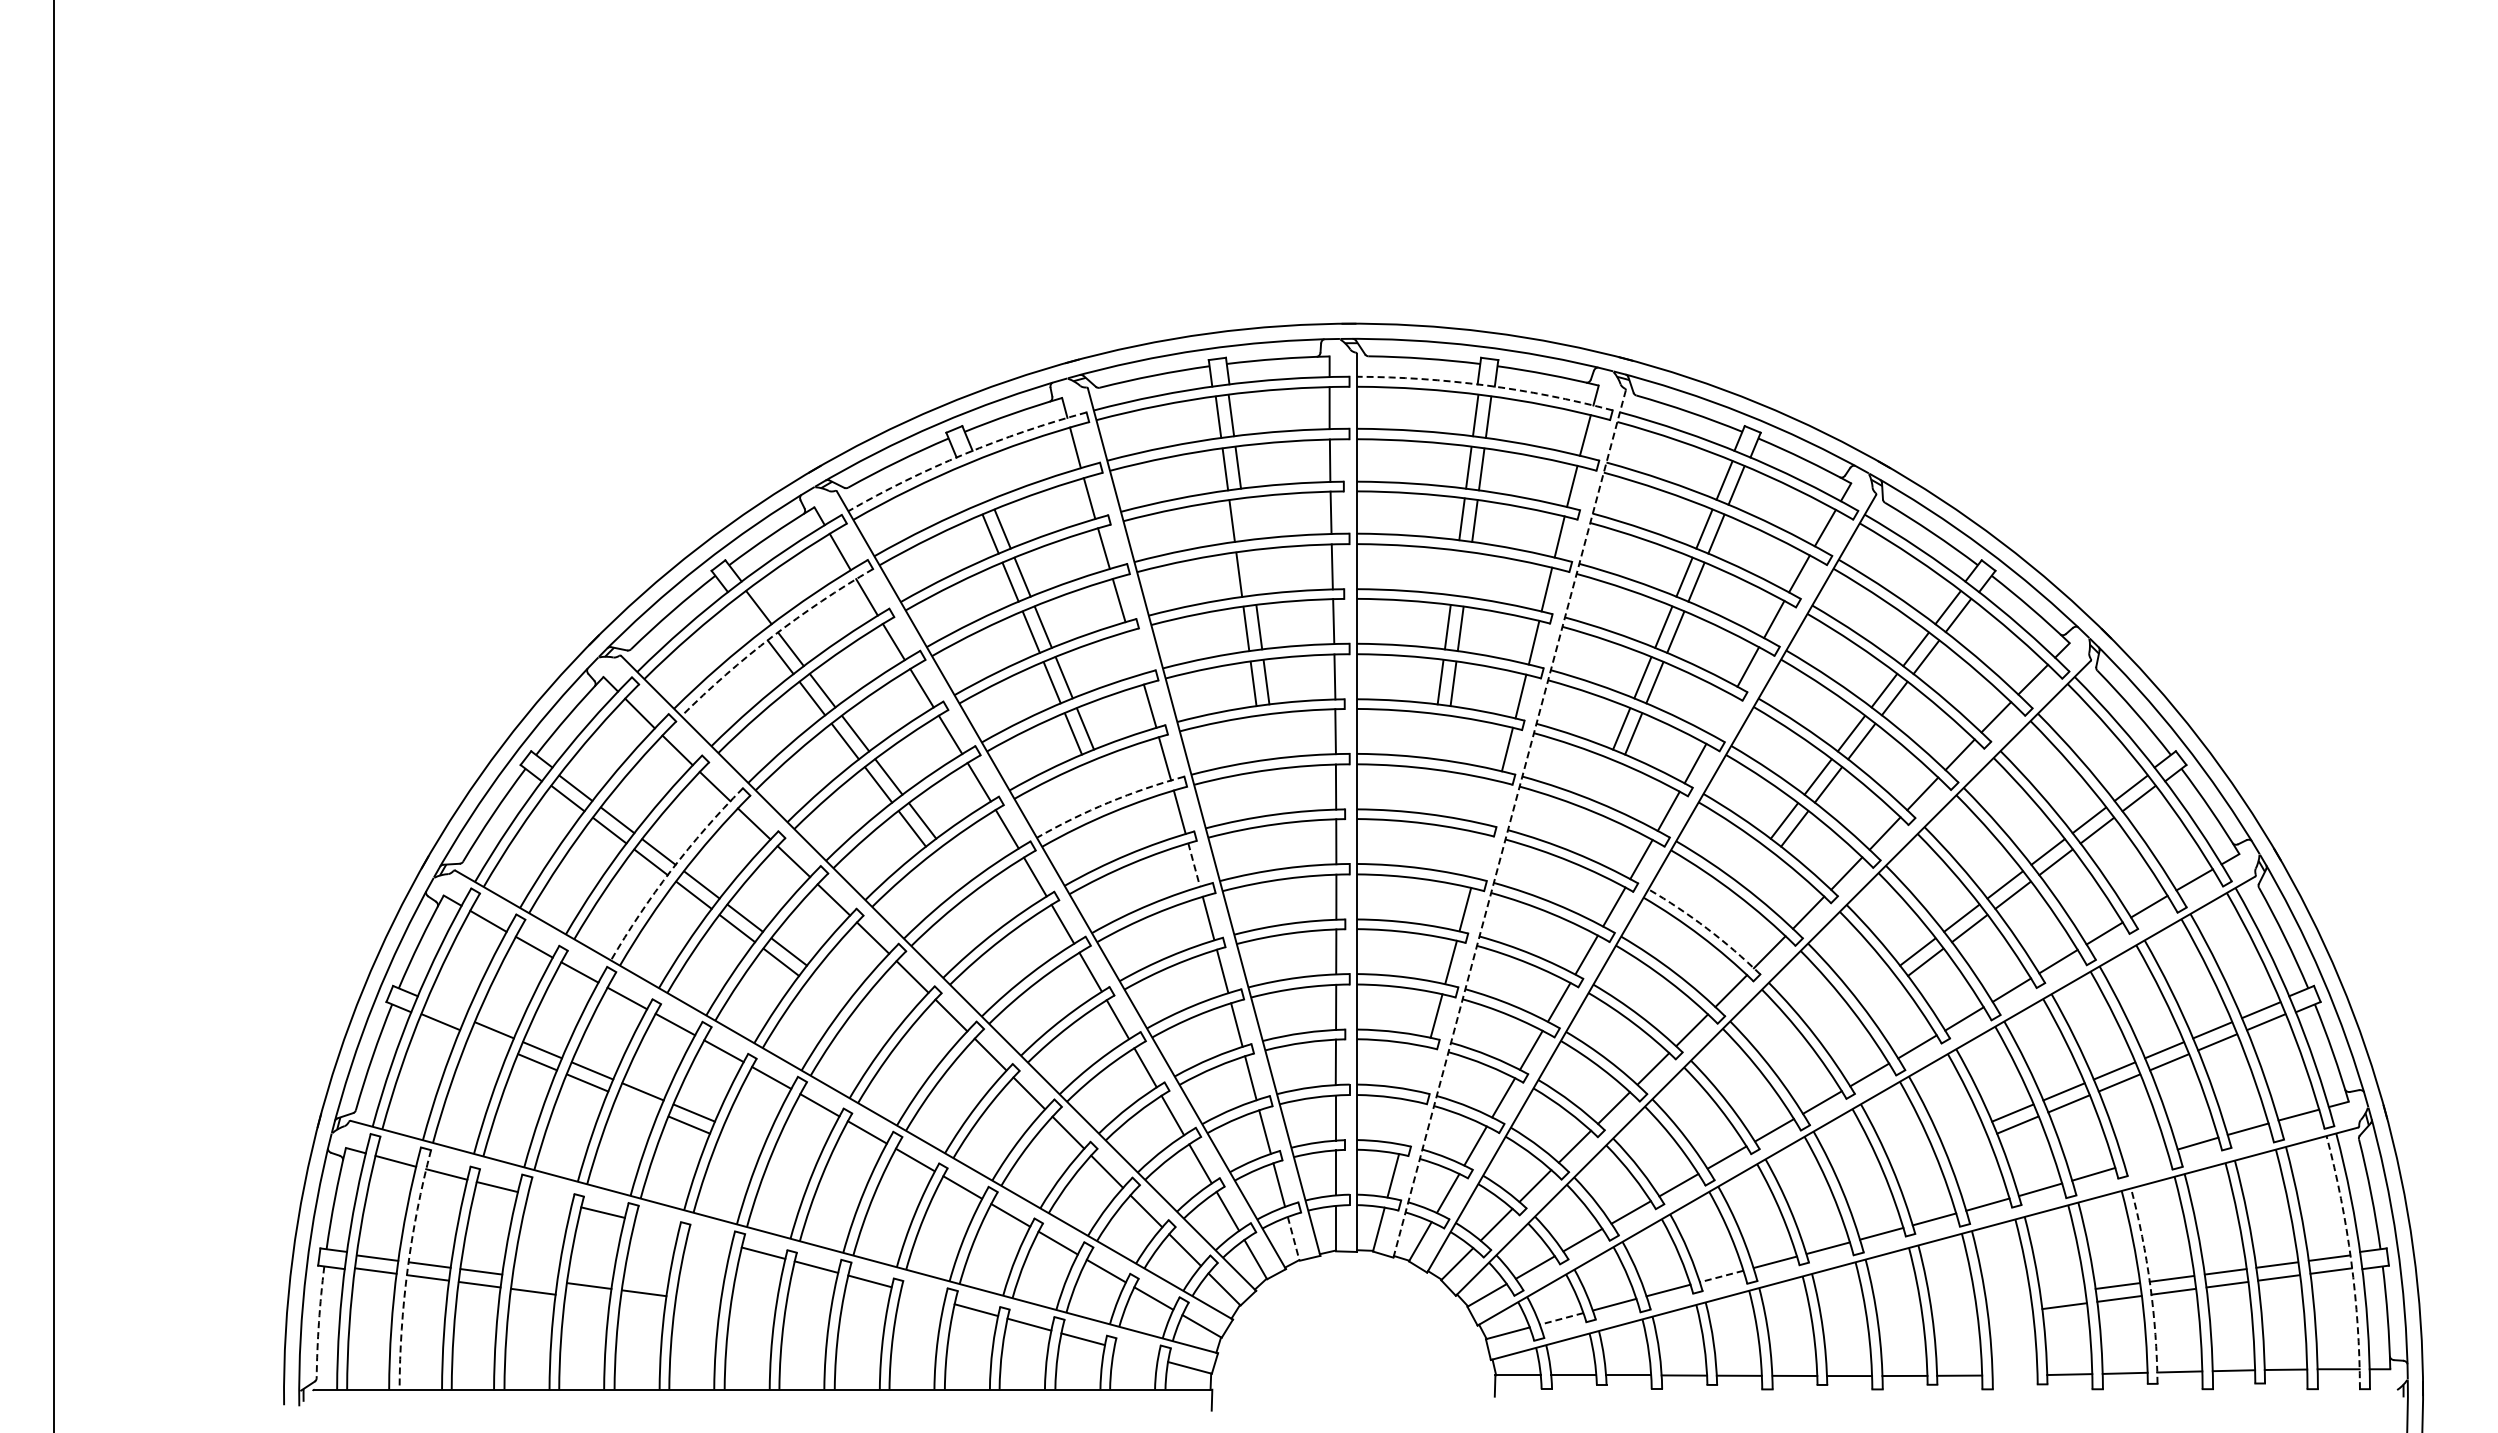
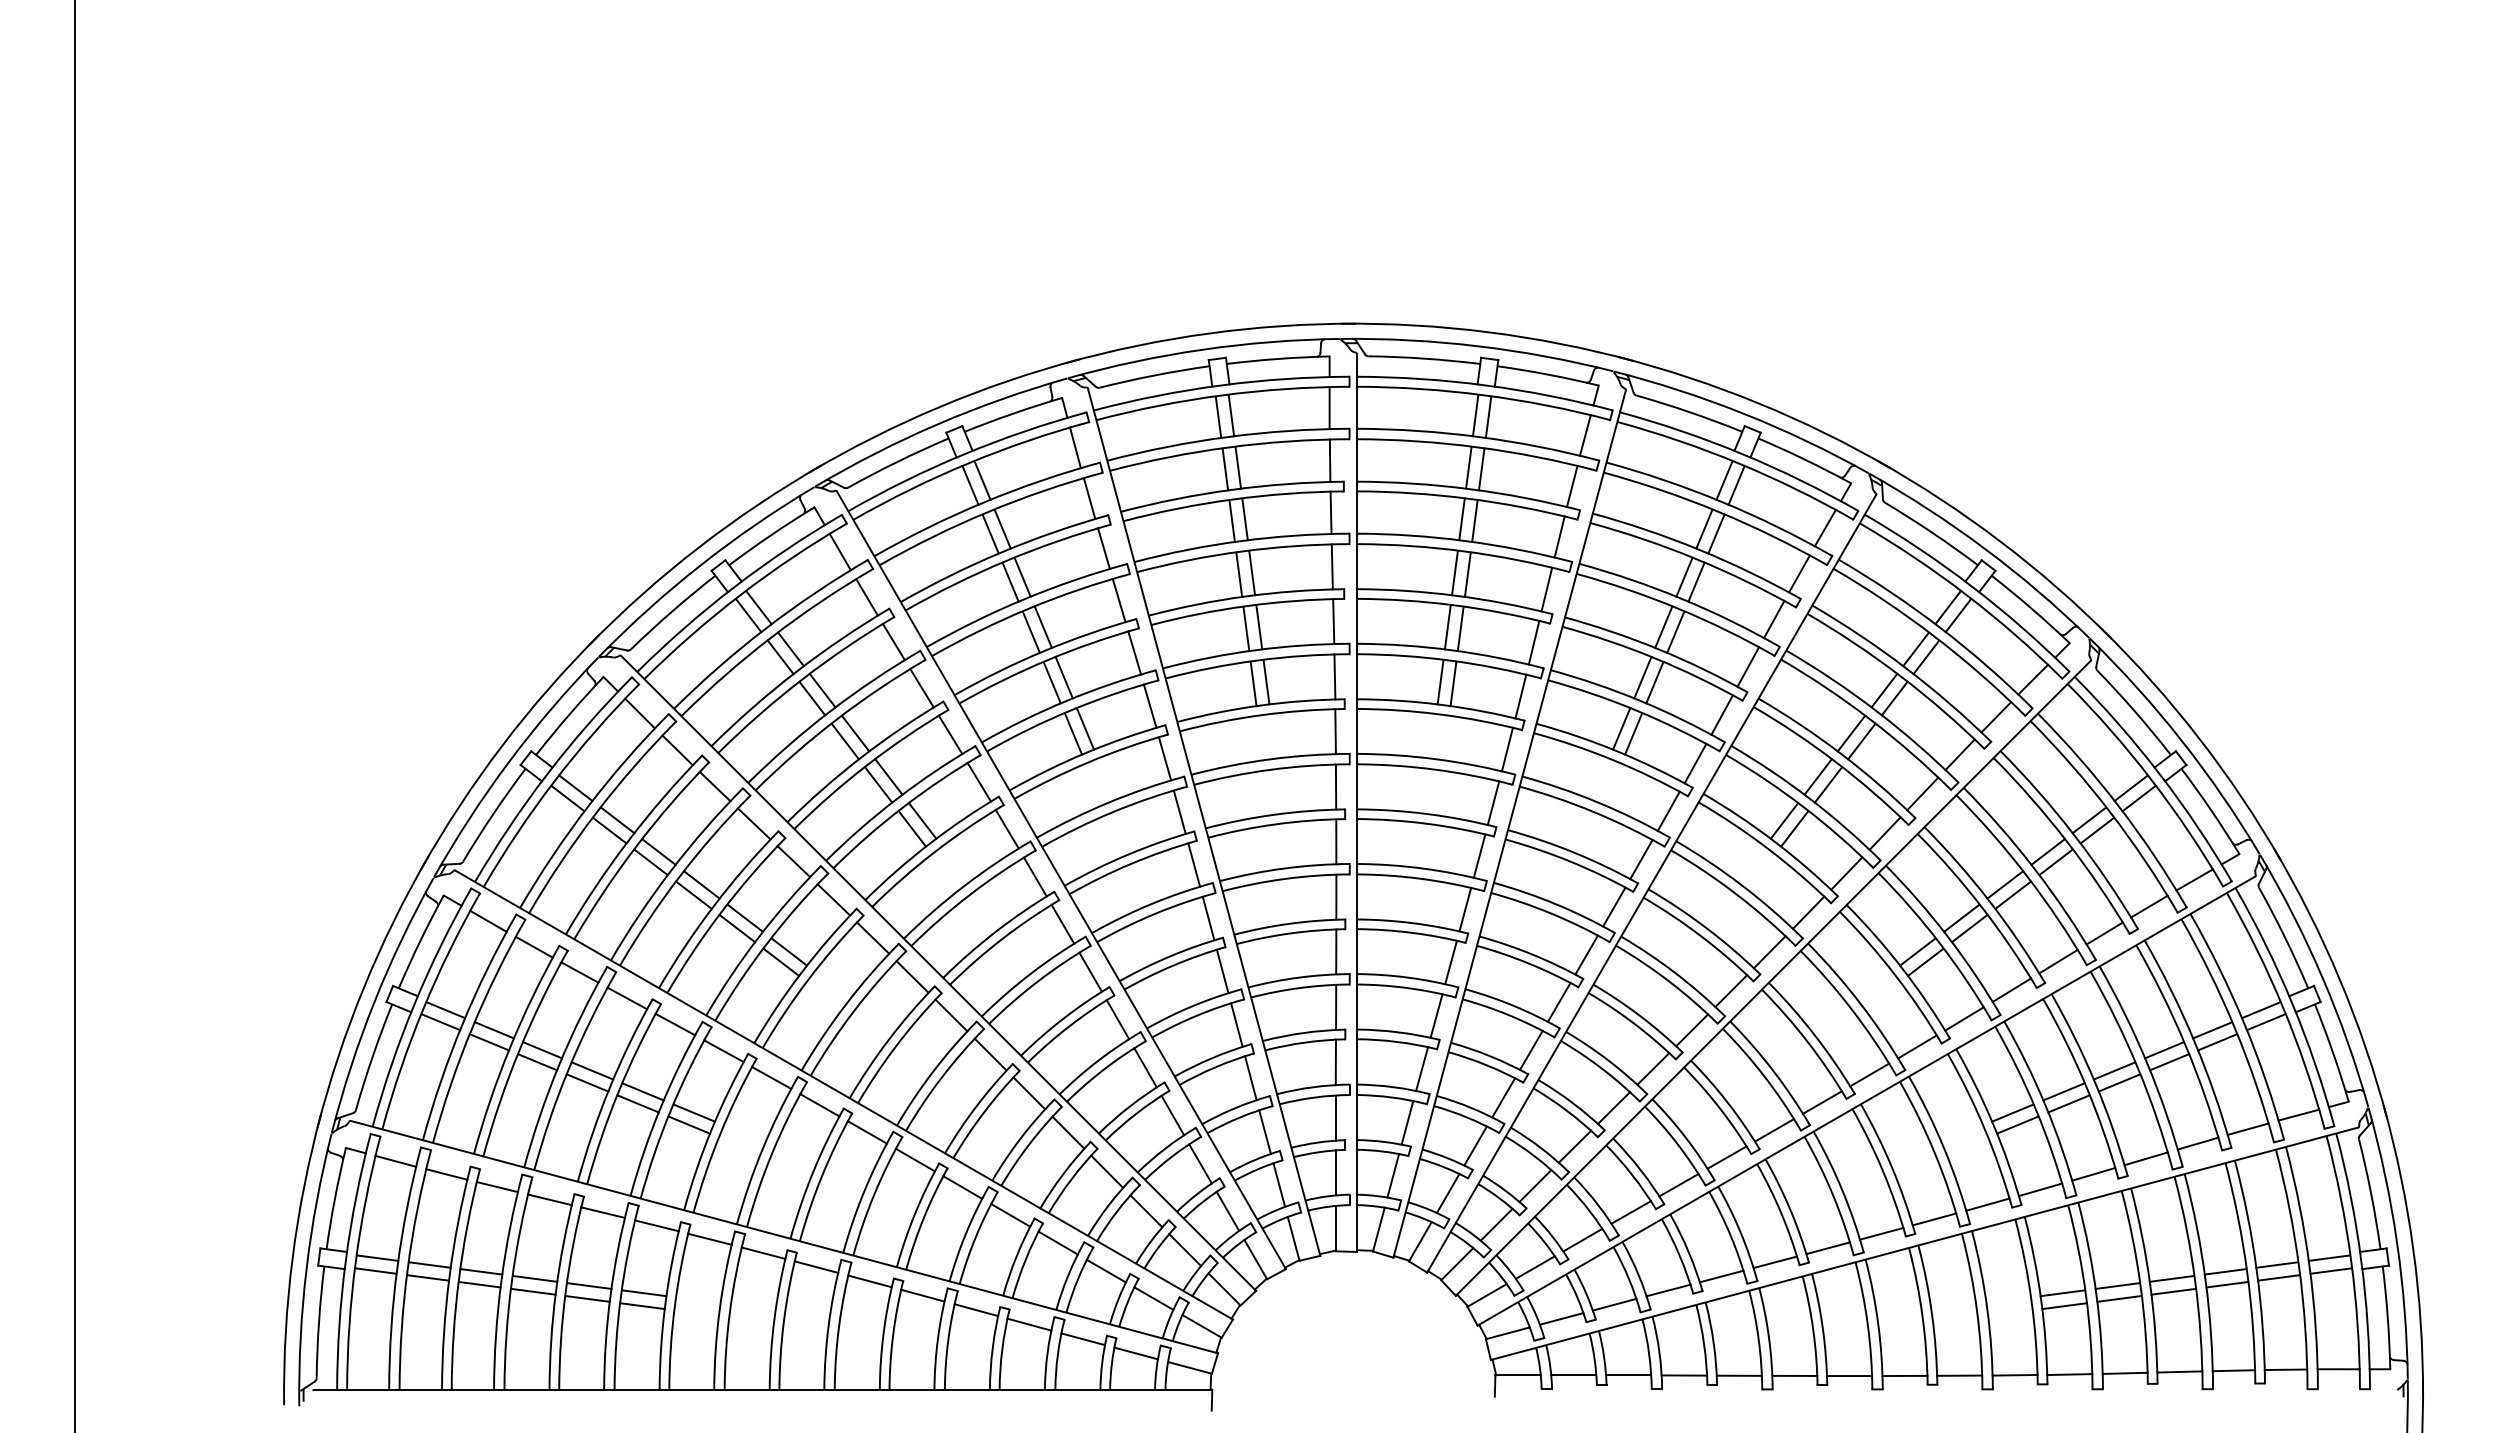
arc at (1485, 385): dashed -> solid
arc at (964, 454): dashed -> solid
line at (982, 480): none -> present
line at (970, 485): none -> present
line at (1244, 519): none -> present
line at (1252, 572): none -> present
line at (1454, 572): none -> present
line at (1467, 574): none -> present
line at (748, 615): none -> present
arc at (772, 636): dashed -> solid
line at (1134, 652): none -> present
line at (1721, 714): none -> present
line at (53, 715) position: (53, 715) -> (74, 715)
arc at (1108, 802): dashed -> solid
line at (1493, 803): none -> present
line at (1509, 824): dashed -> solid
line at (1479, 855): none -> present
line at (1194, 865): dashed -> solid
arc at (671, 870): dashed -> solid
arc at (1707, 928): dashed -> solid
line at (445, 1010): none -> present
line at (489, 1042): none -> present
line at (1422, 1068): none -> present
line at (637, 1103): none -> present
line at (1407, 1122): none -> present
line at (2145, 1158): none -> present
line at (549, 1199): none -> present
line at (656, 1225): none -> present
line at (709, 1238): none -> present
line at (1293, 1238): dashed -> solid
arc at (2351, 1261): dashed -> solid
arc at (407, 1268): dashed -> solid
line at (1721, 1276): dashed -> solid
line at (535, 1278): none -> present
arc at (2150, 1285): dashed -> solid
line at (2062, 1293): none -> present
line at (922, 1295): none -> present
line at (587, 1298): none -> present
line at (642, 1306): none -> present
line at (1561, 1319): dashed -> solid
arc at (319, 1322): dashed -> solid
line at (1135, 1353): none -> present
line at (2014, 1374): none -> present
